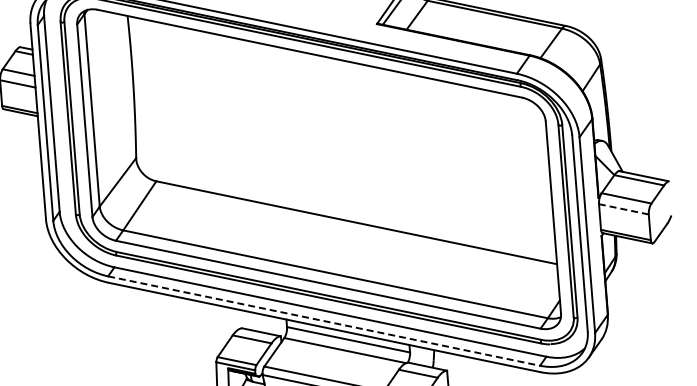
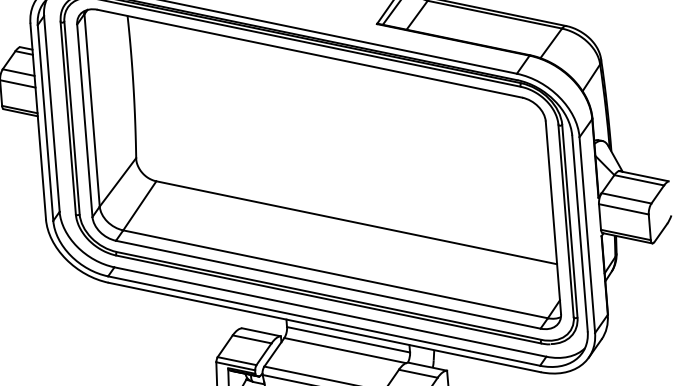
line at (623, 209): dashed -> solid
line at (324, 321): dashed -> solid
